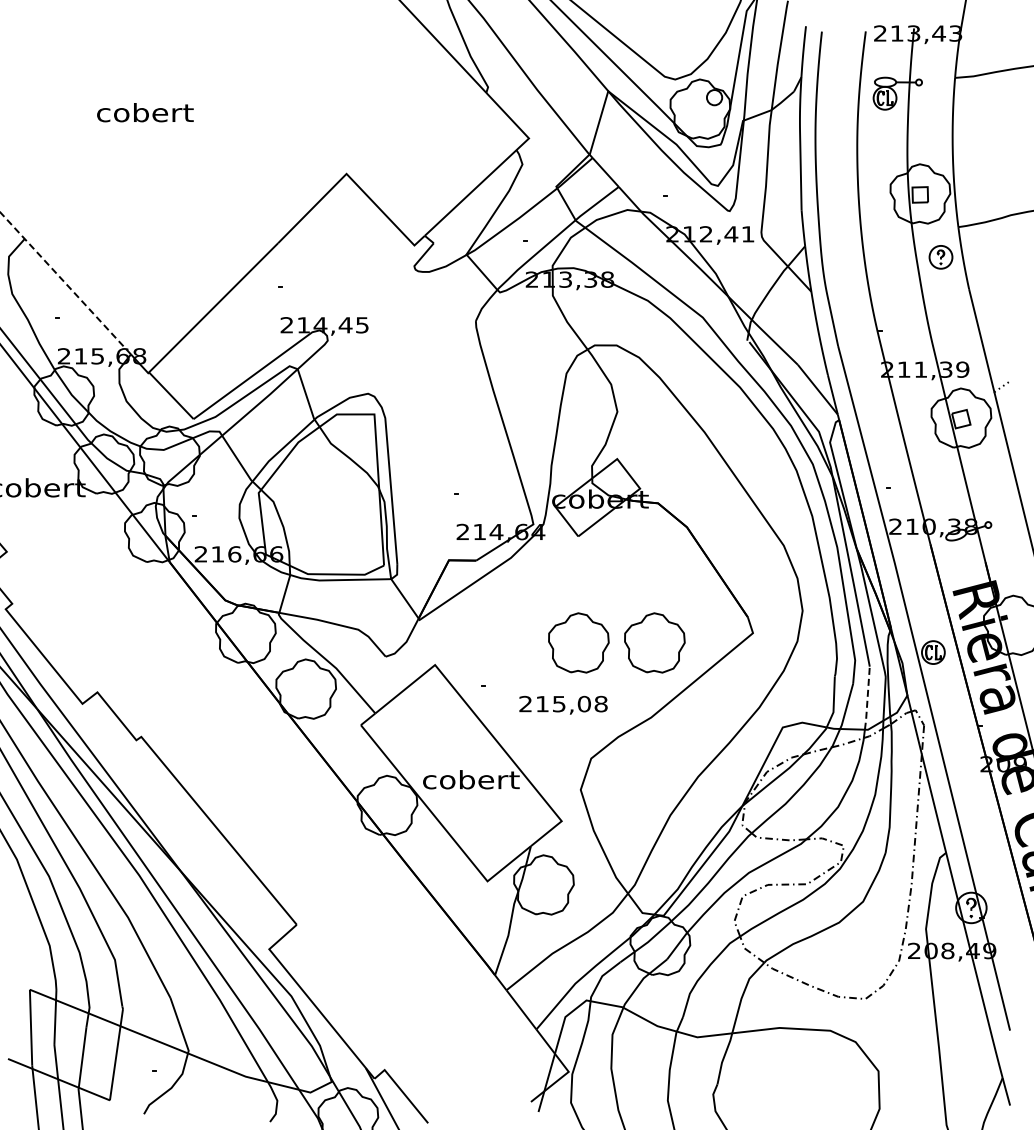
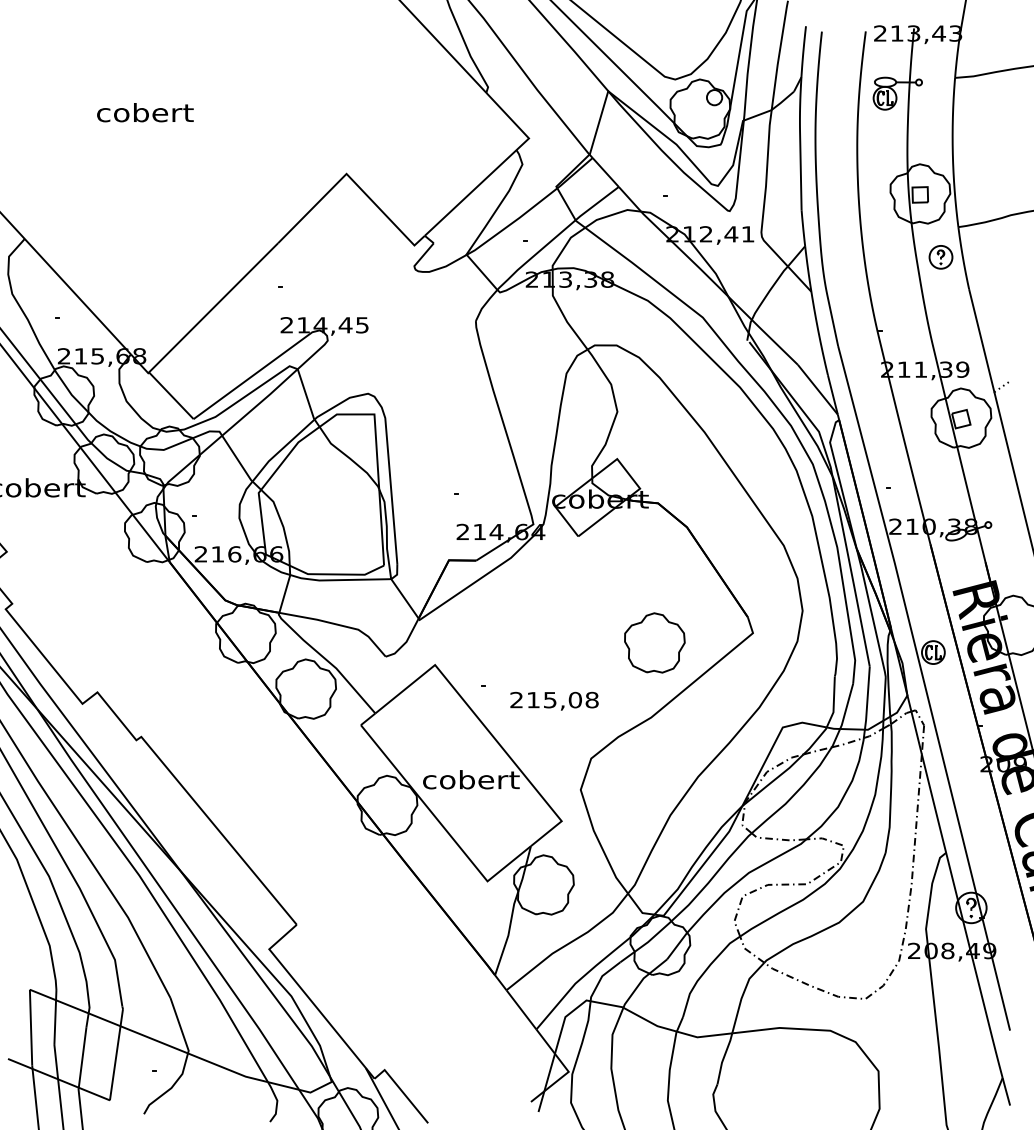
line at (65, 283): dashed -> solid
part at (578, 642): present -> none
line at (867, 698): dashed -> solid
text at (563, 704) position: (563, 704) -> (554, 700)
